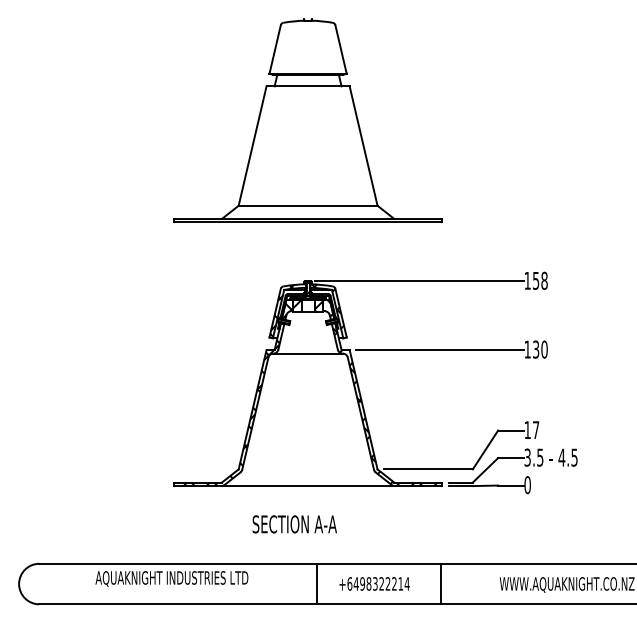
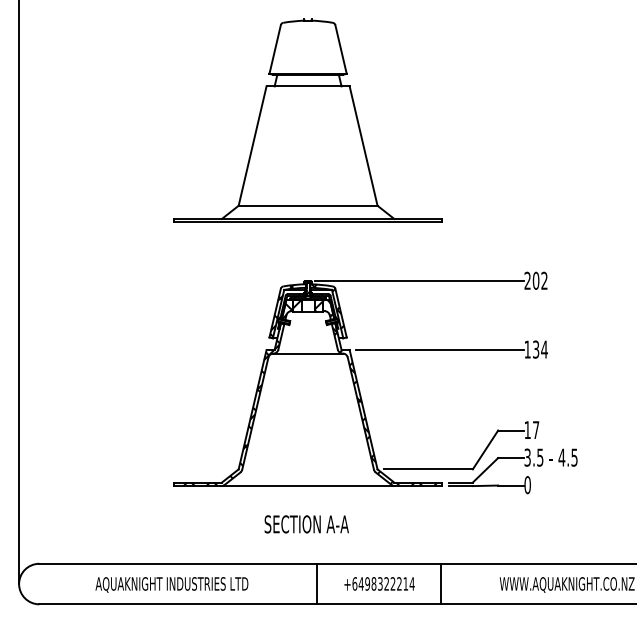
text at (535, 280): 158 -> 202
line at (19, 293): none -> present
text at (544, 349): 130 -> 134
text at (294, 524) position: (294, 524) -> (306, 524)
text at (171, 578) position: (171, 578) -> (171, 584)
text at (374, 583) position: (374, 583) -> (379, 583)
